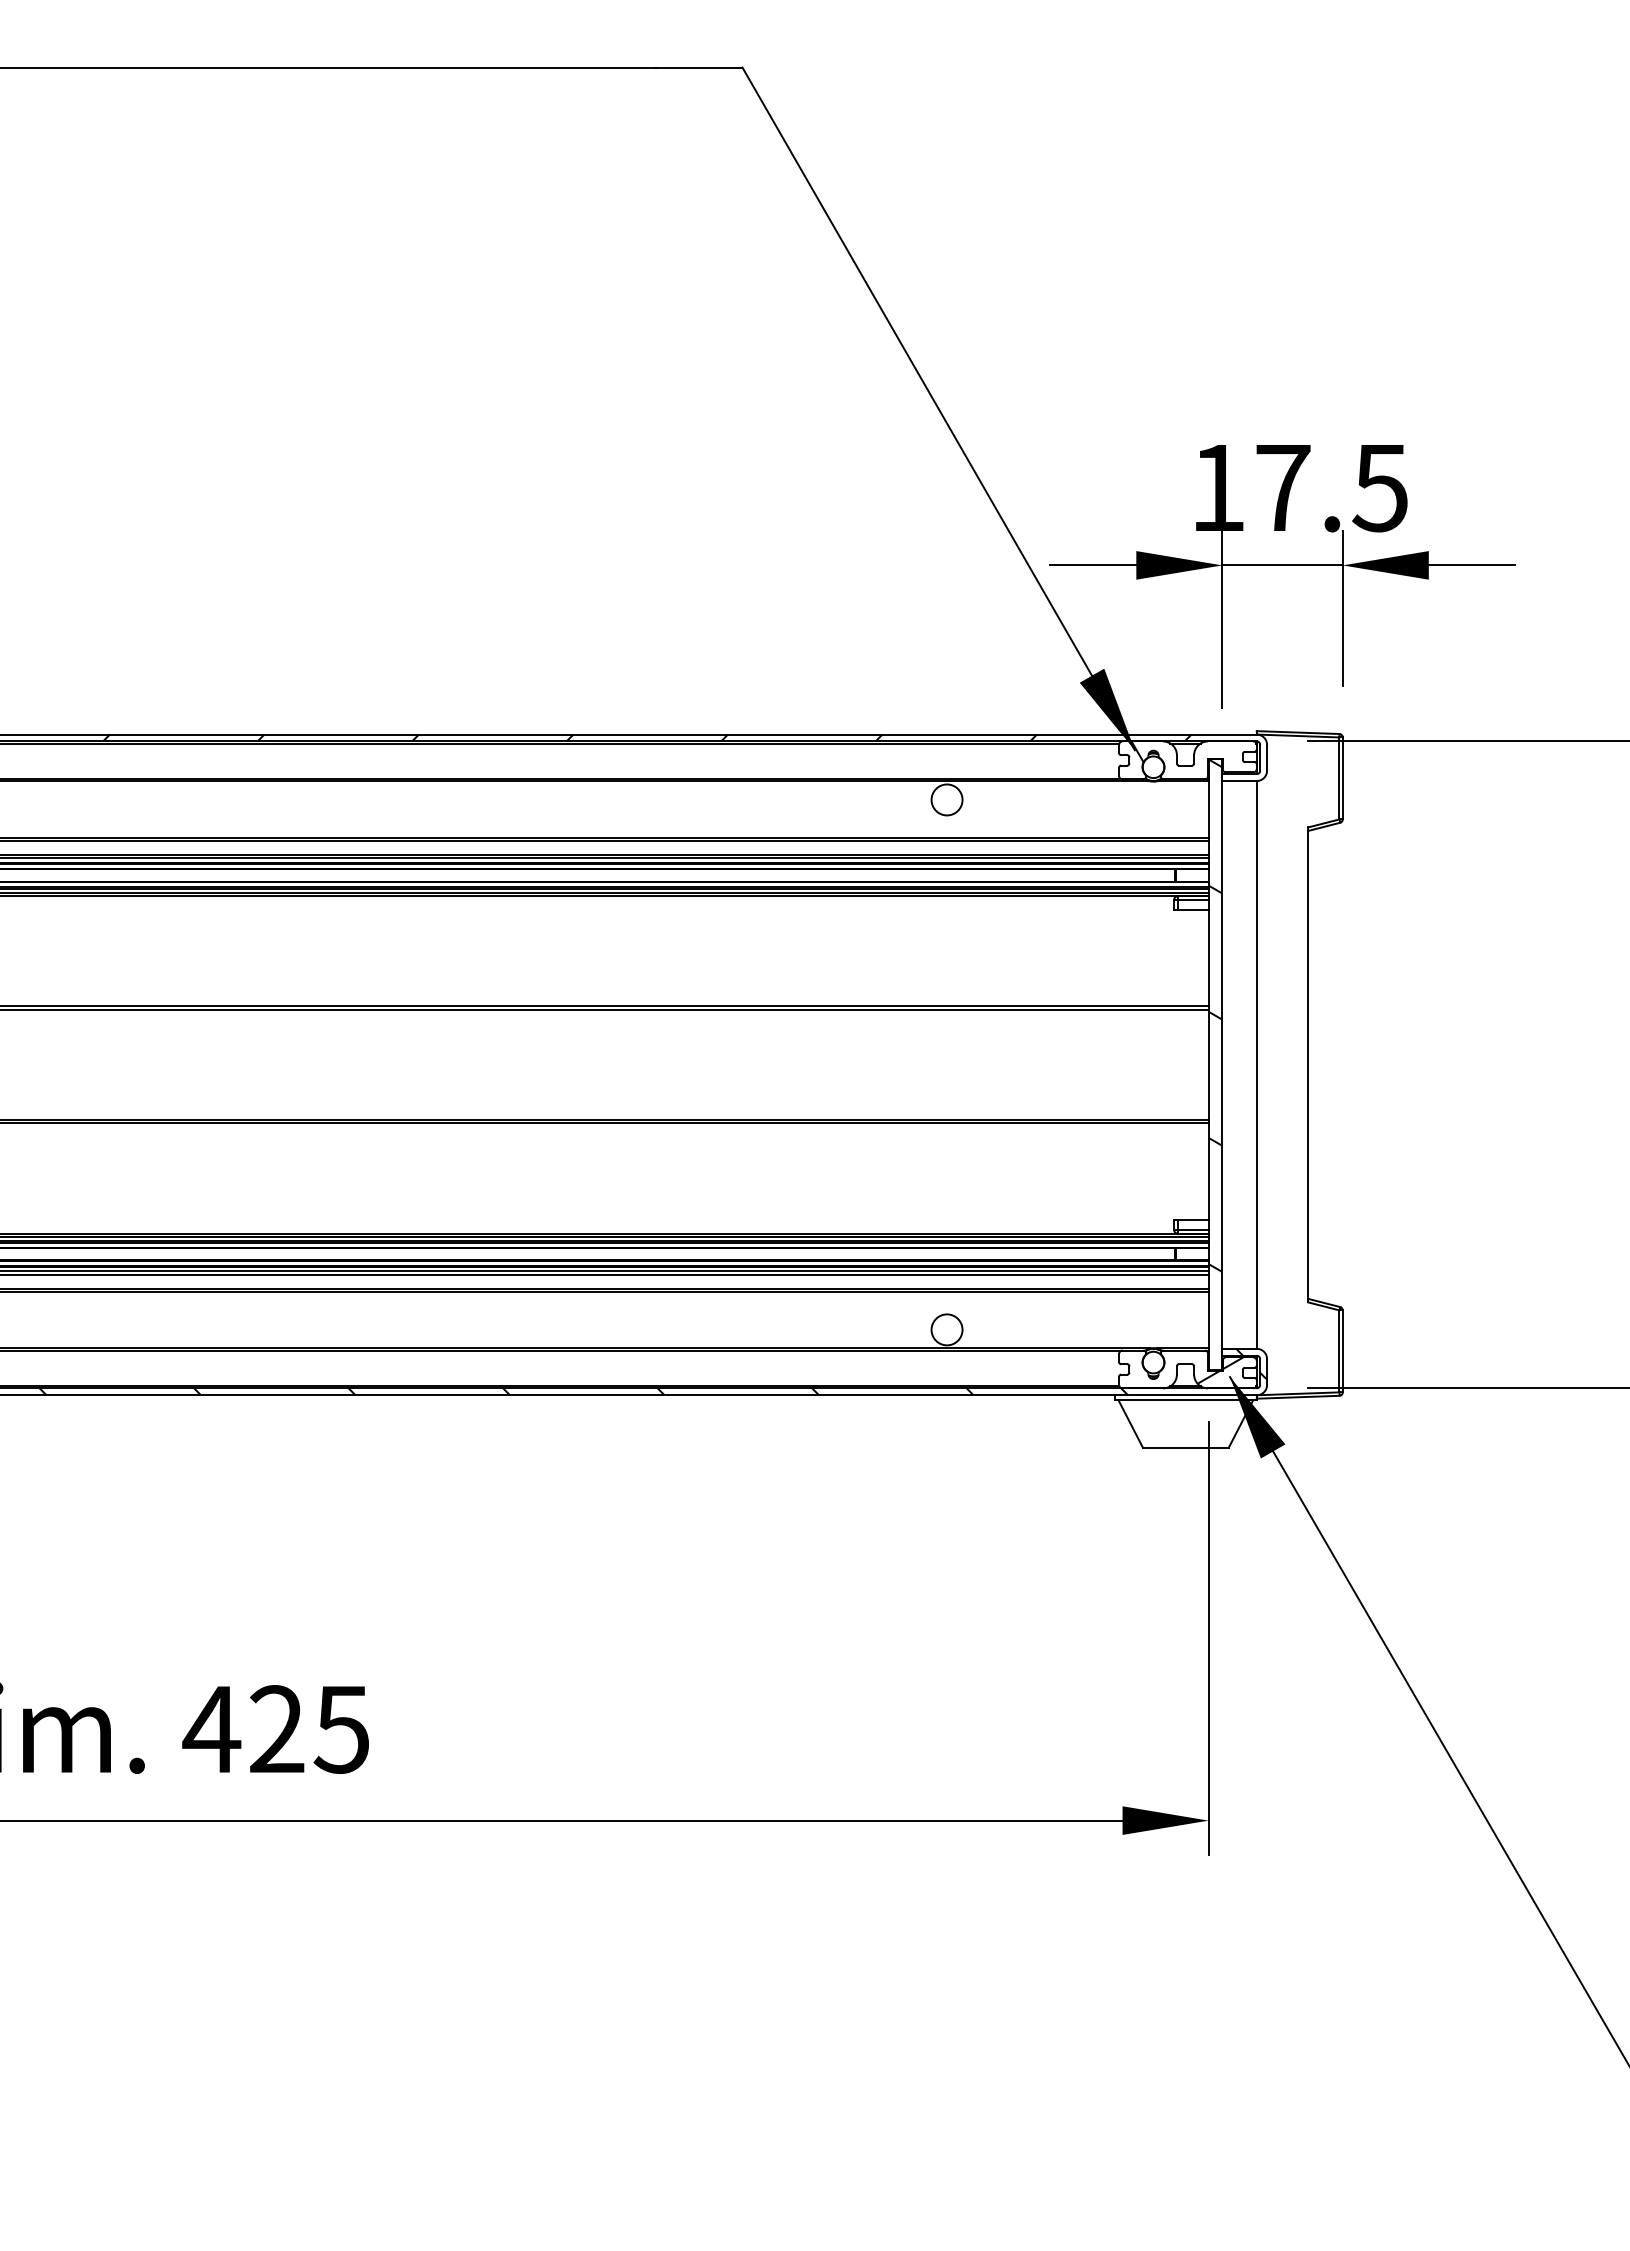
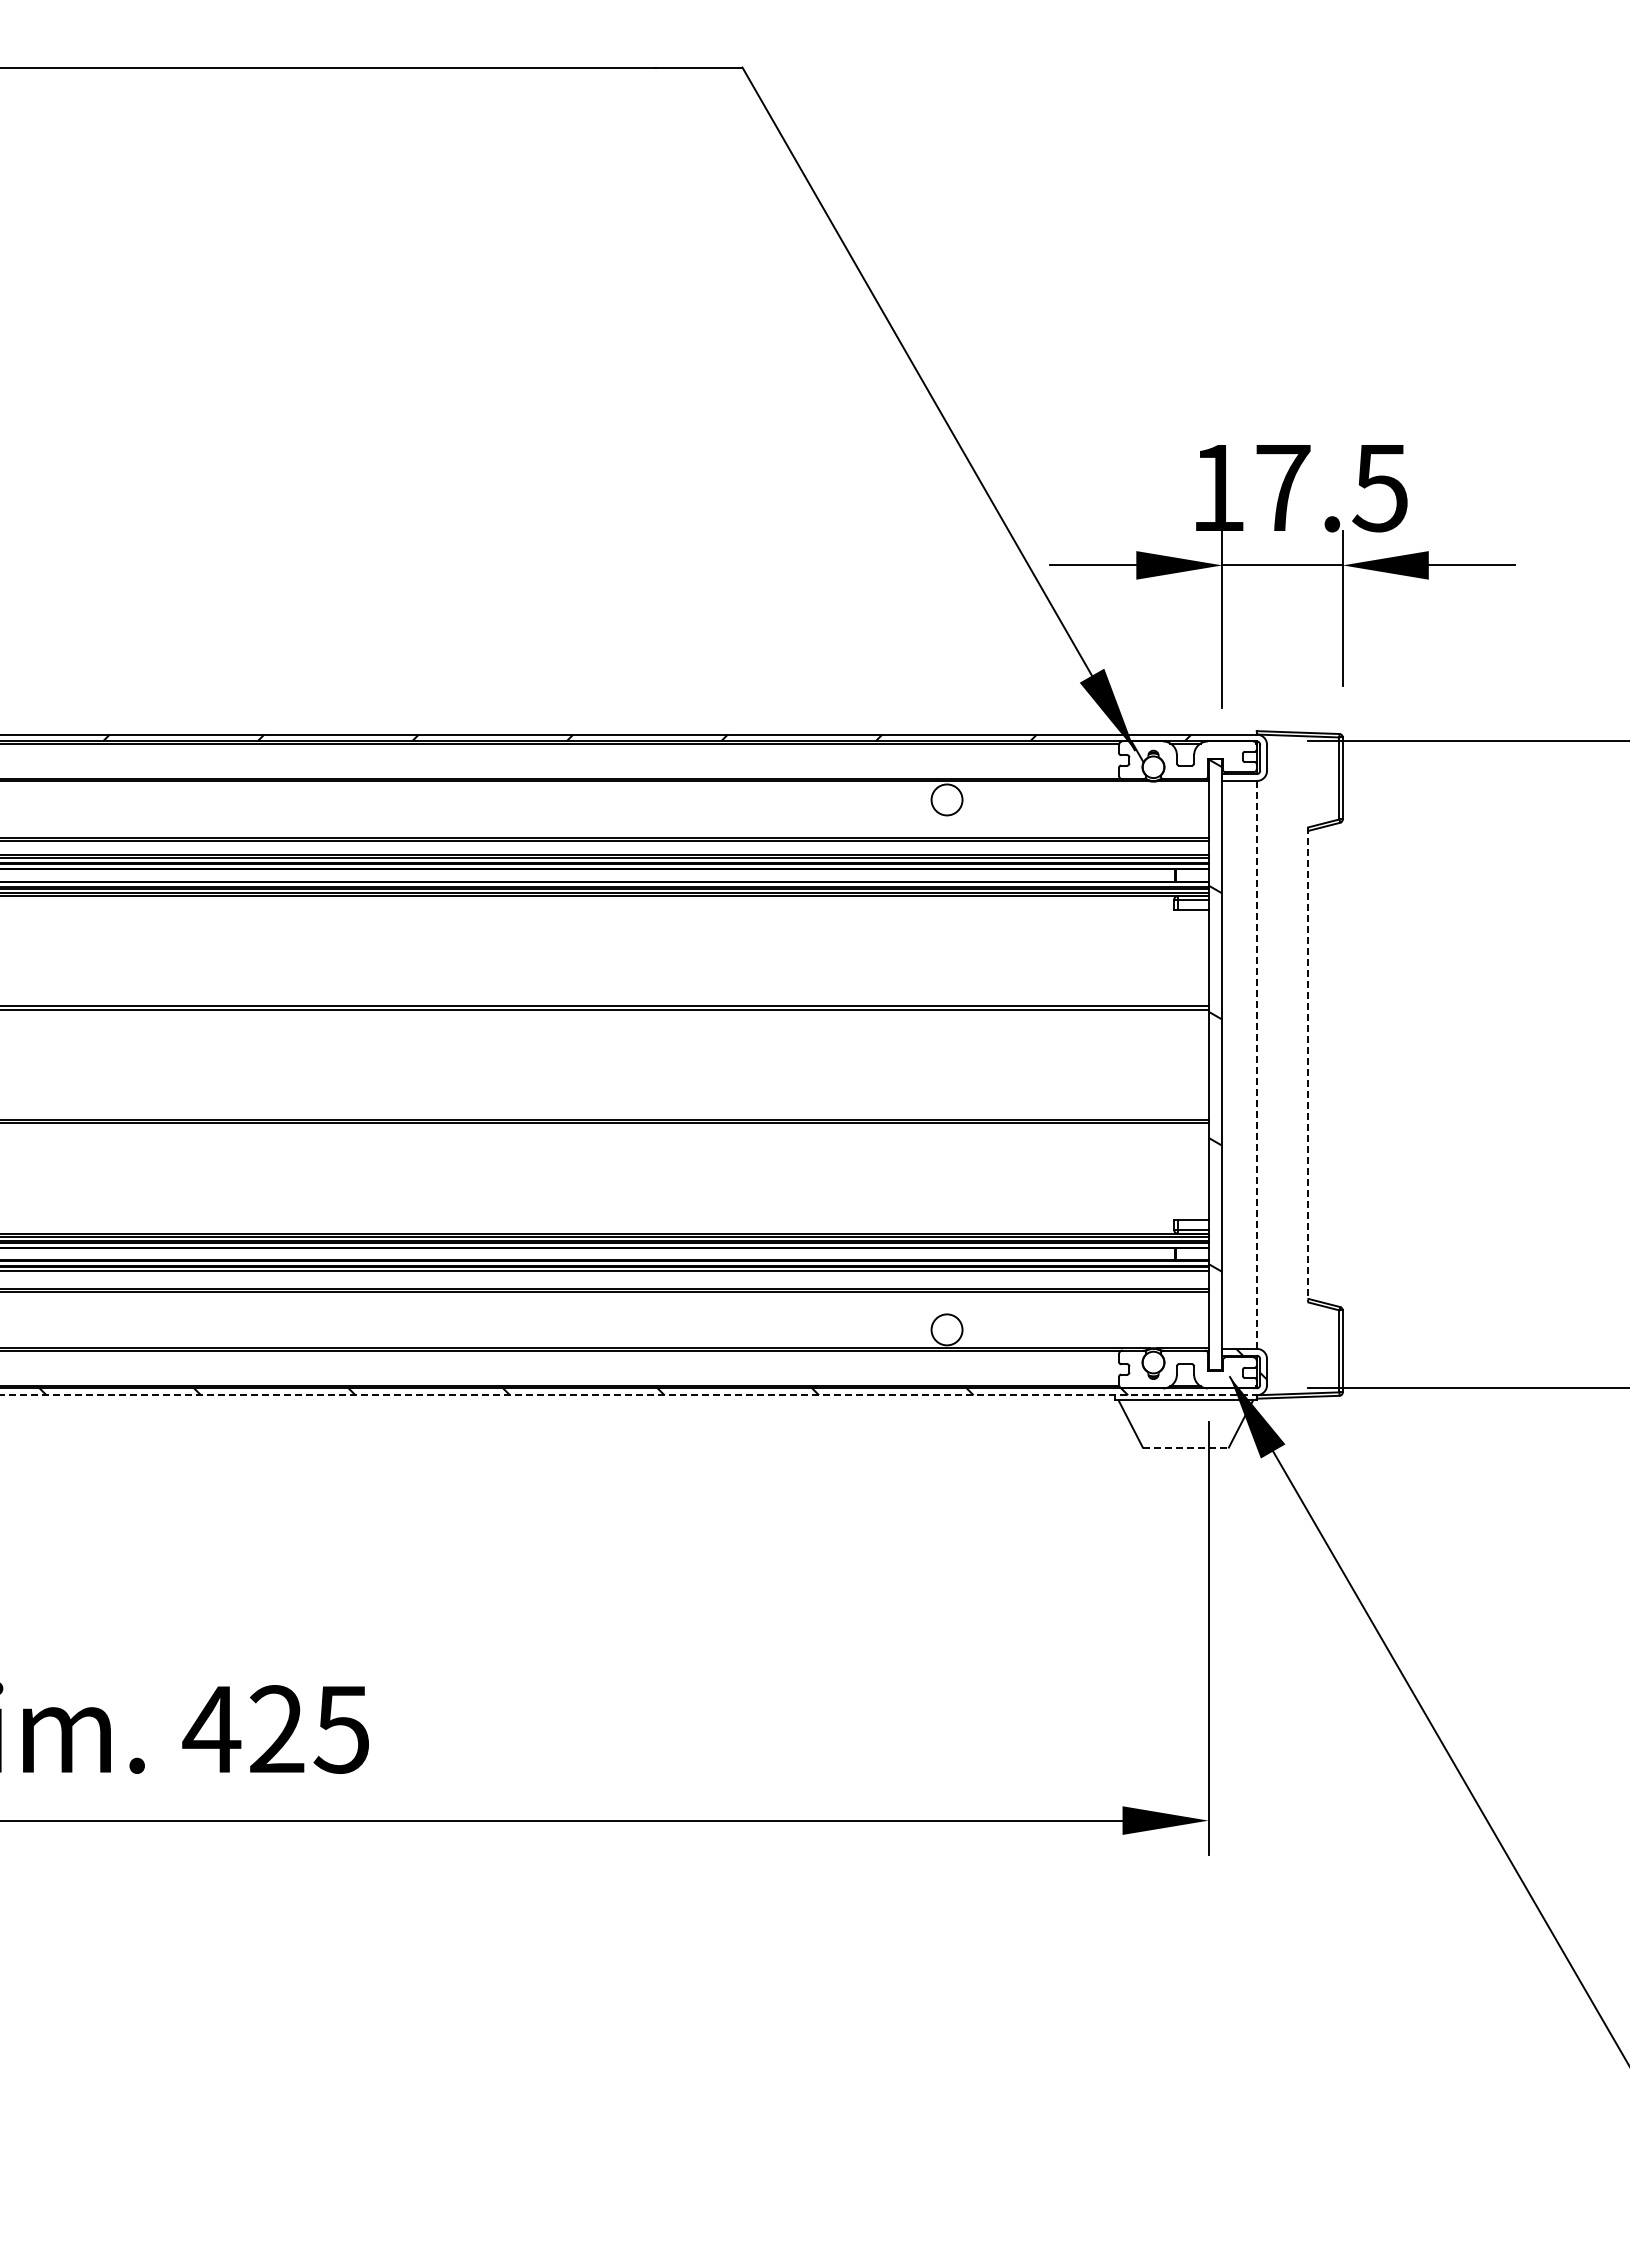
line at (1256, 1064): solid -> dashed
line at (1308, 1064): solid -> dashed
line at (605, 1274): present -> none
hatch at (1220, 1370): present -> none
line at (628, 1395): solid -> dashed
line at (1186, 1447): solid -> dashed
